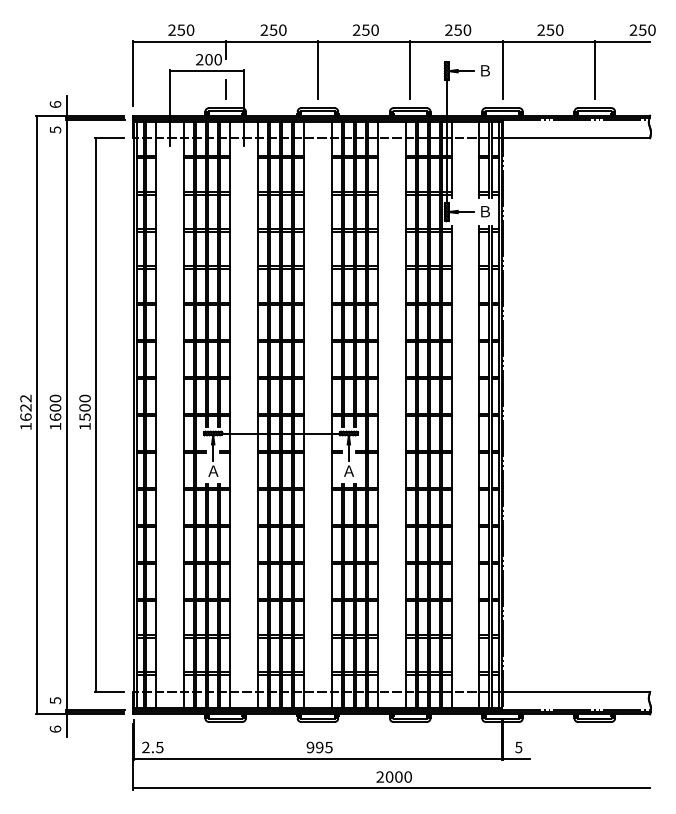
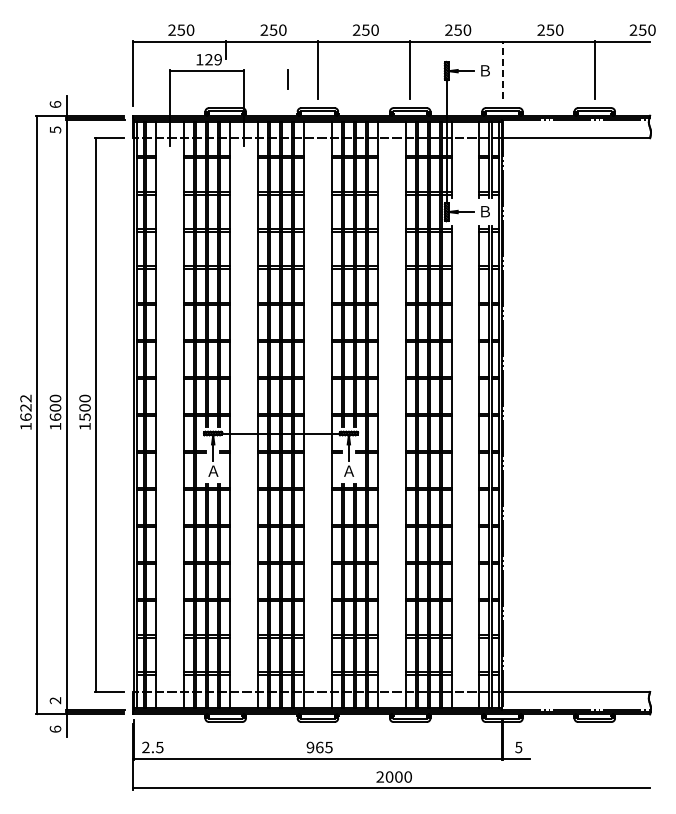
text at (208, 59): 200 -> 129
line at (502, 69): solid -> dashed
line at (225, 89) position: (225, 89) -> (287, 79)
text at (55, 700): 5 -> 2
text at (319, 747): 995 -> 965
